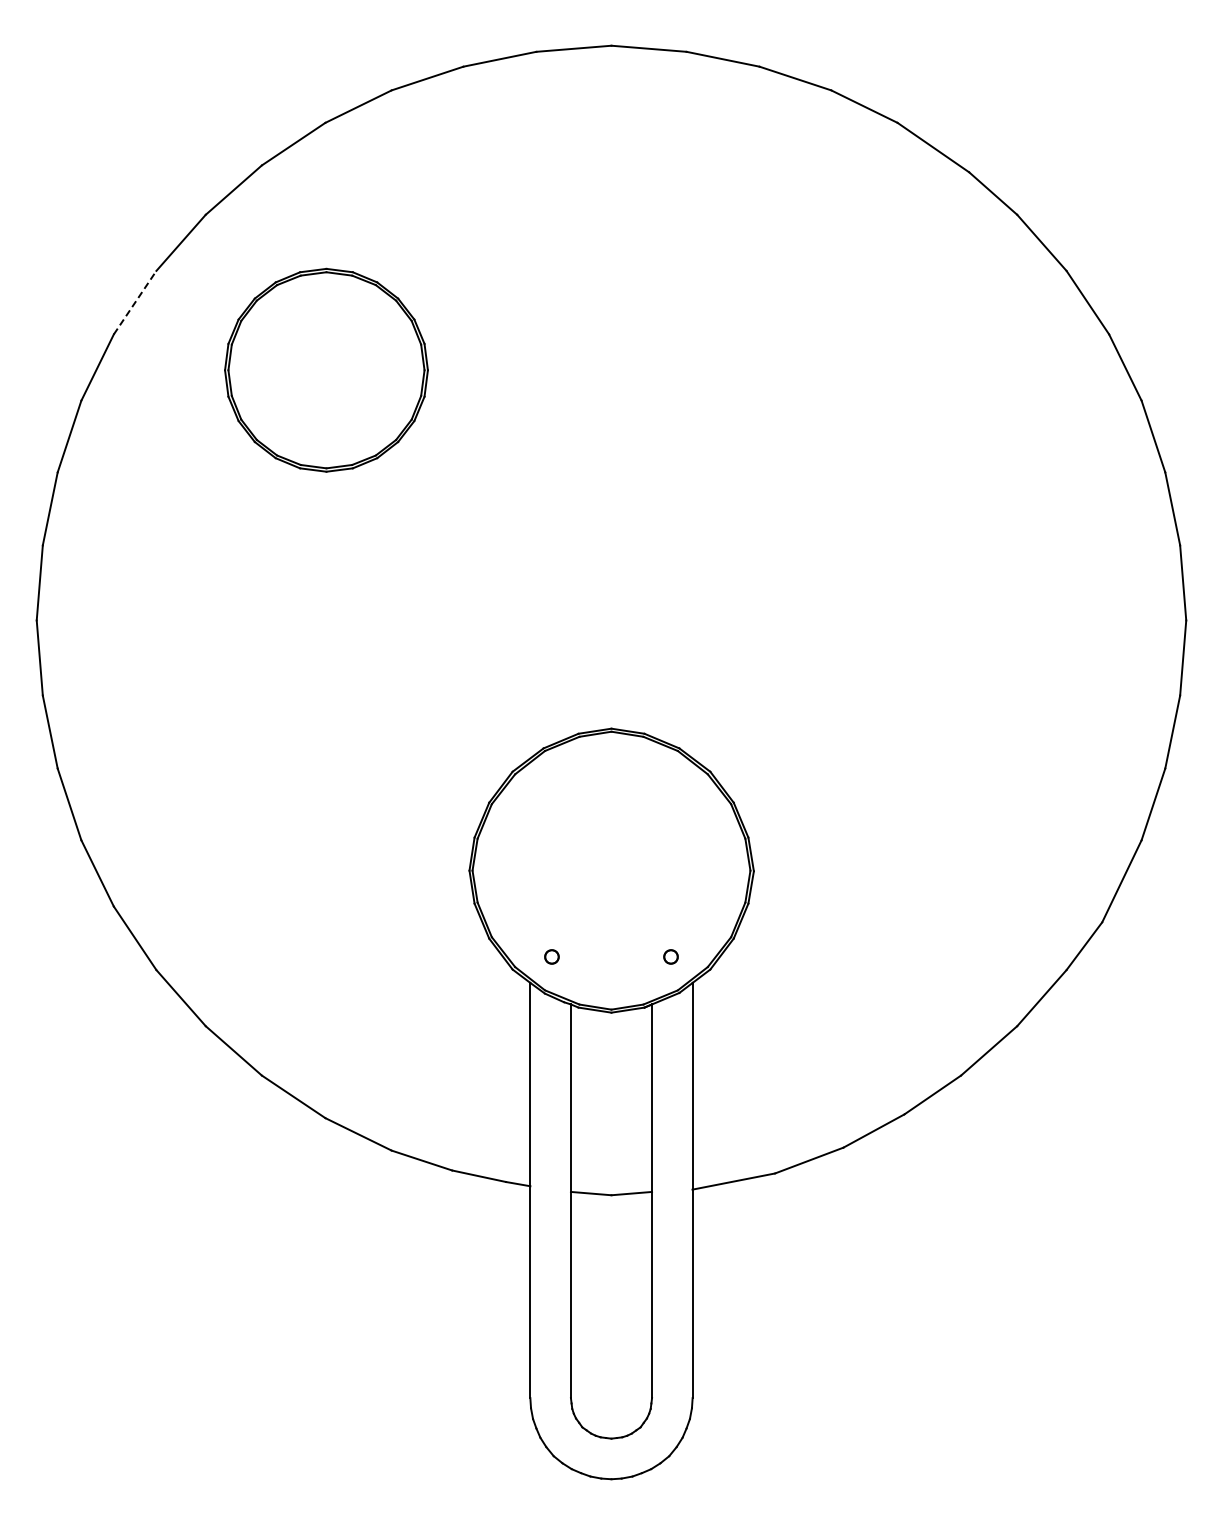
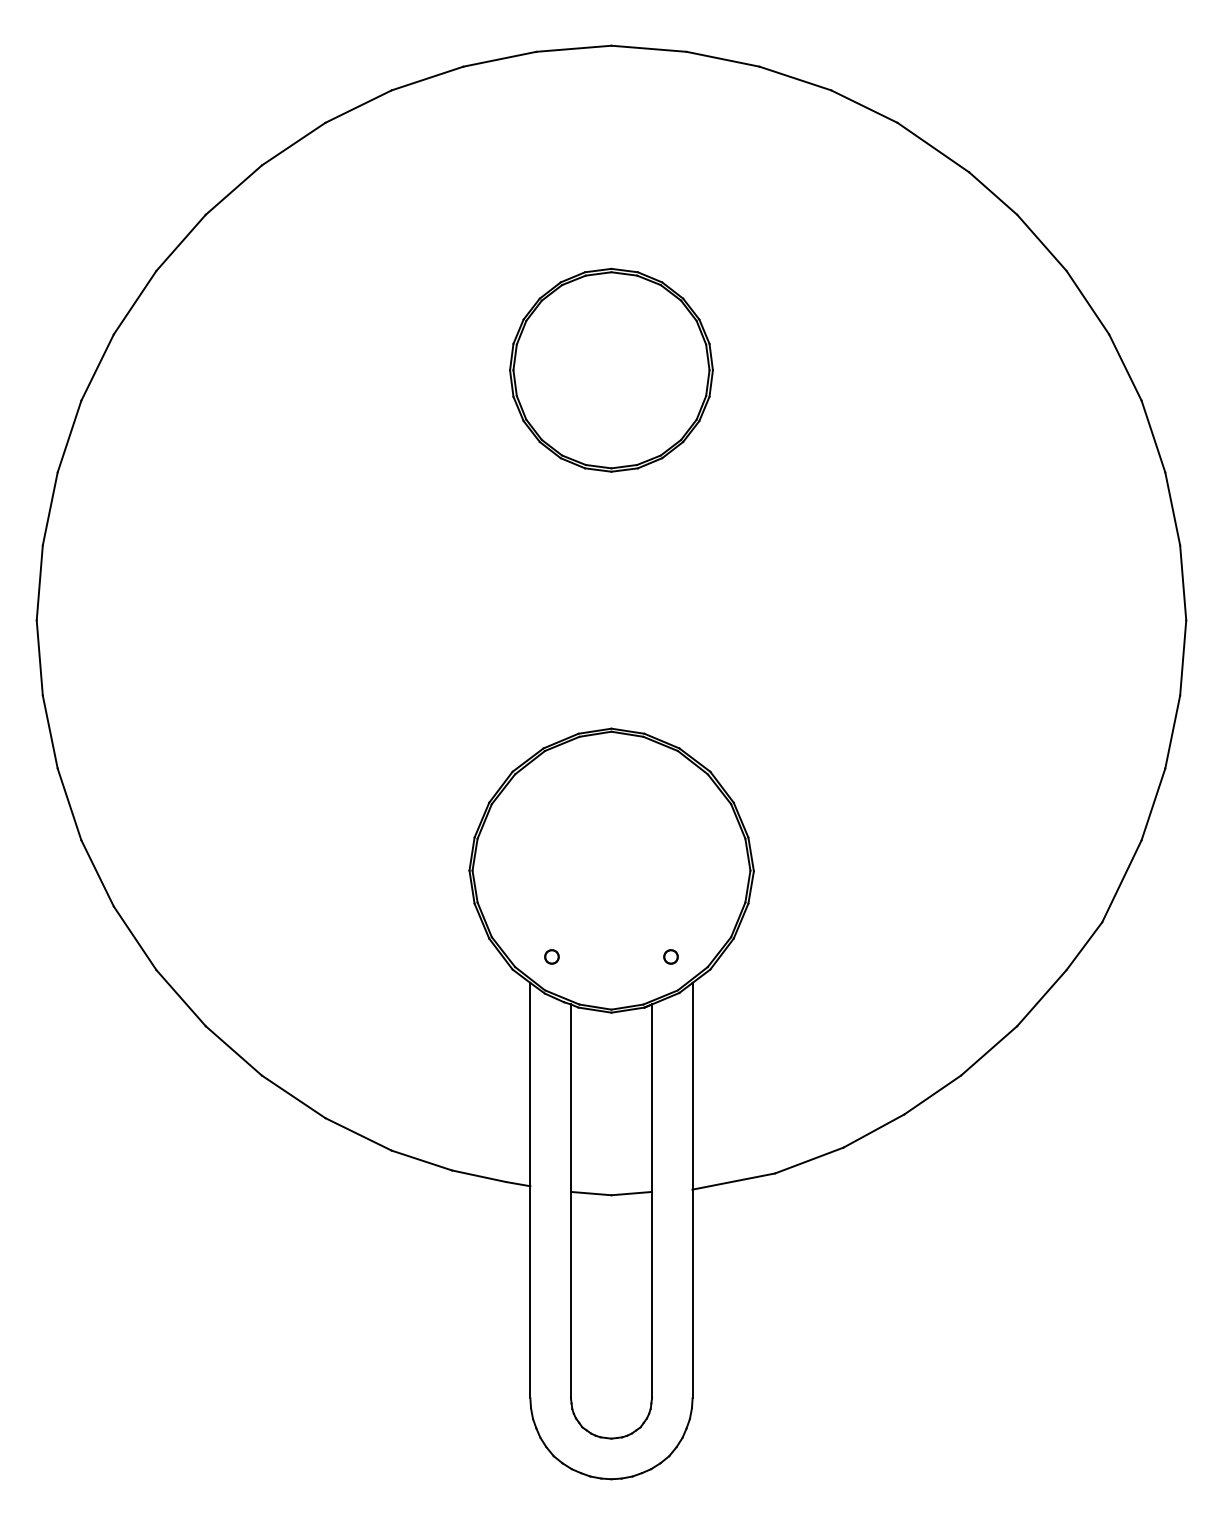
line at (135, 302): dashed -> solid
part at (326, 369) position: (326, 369) -> (611, 369)
